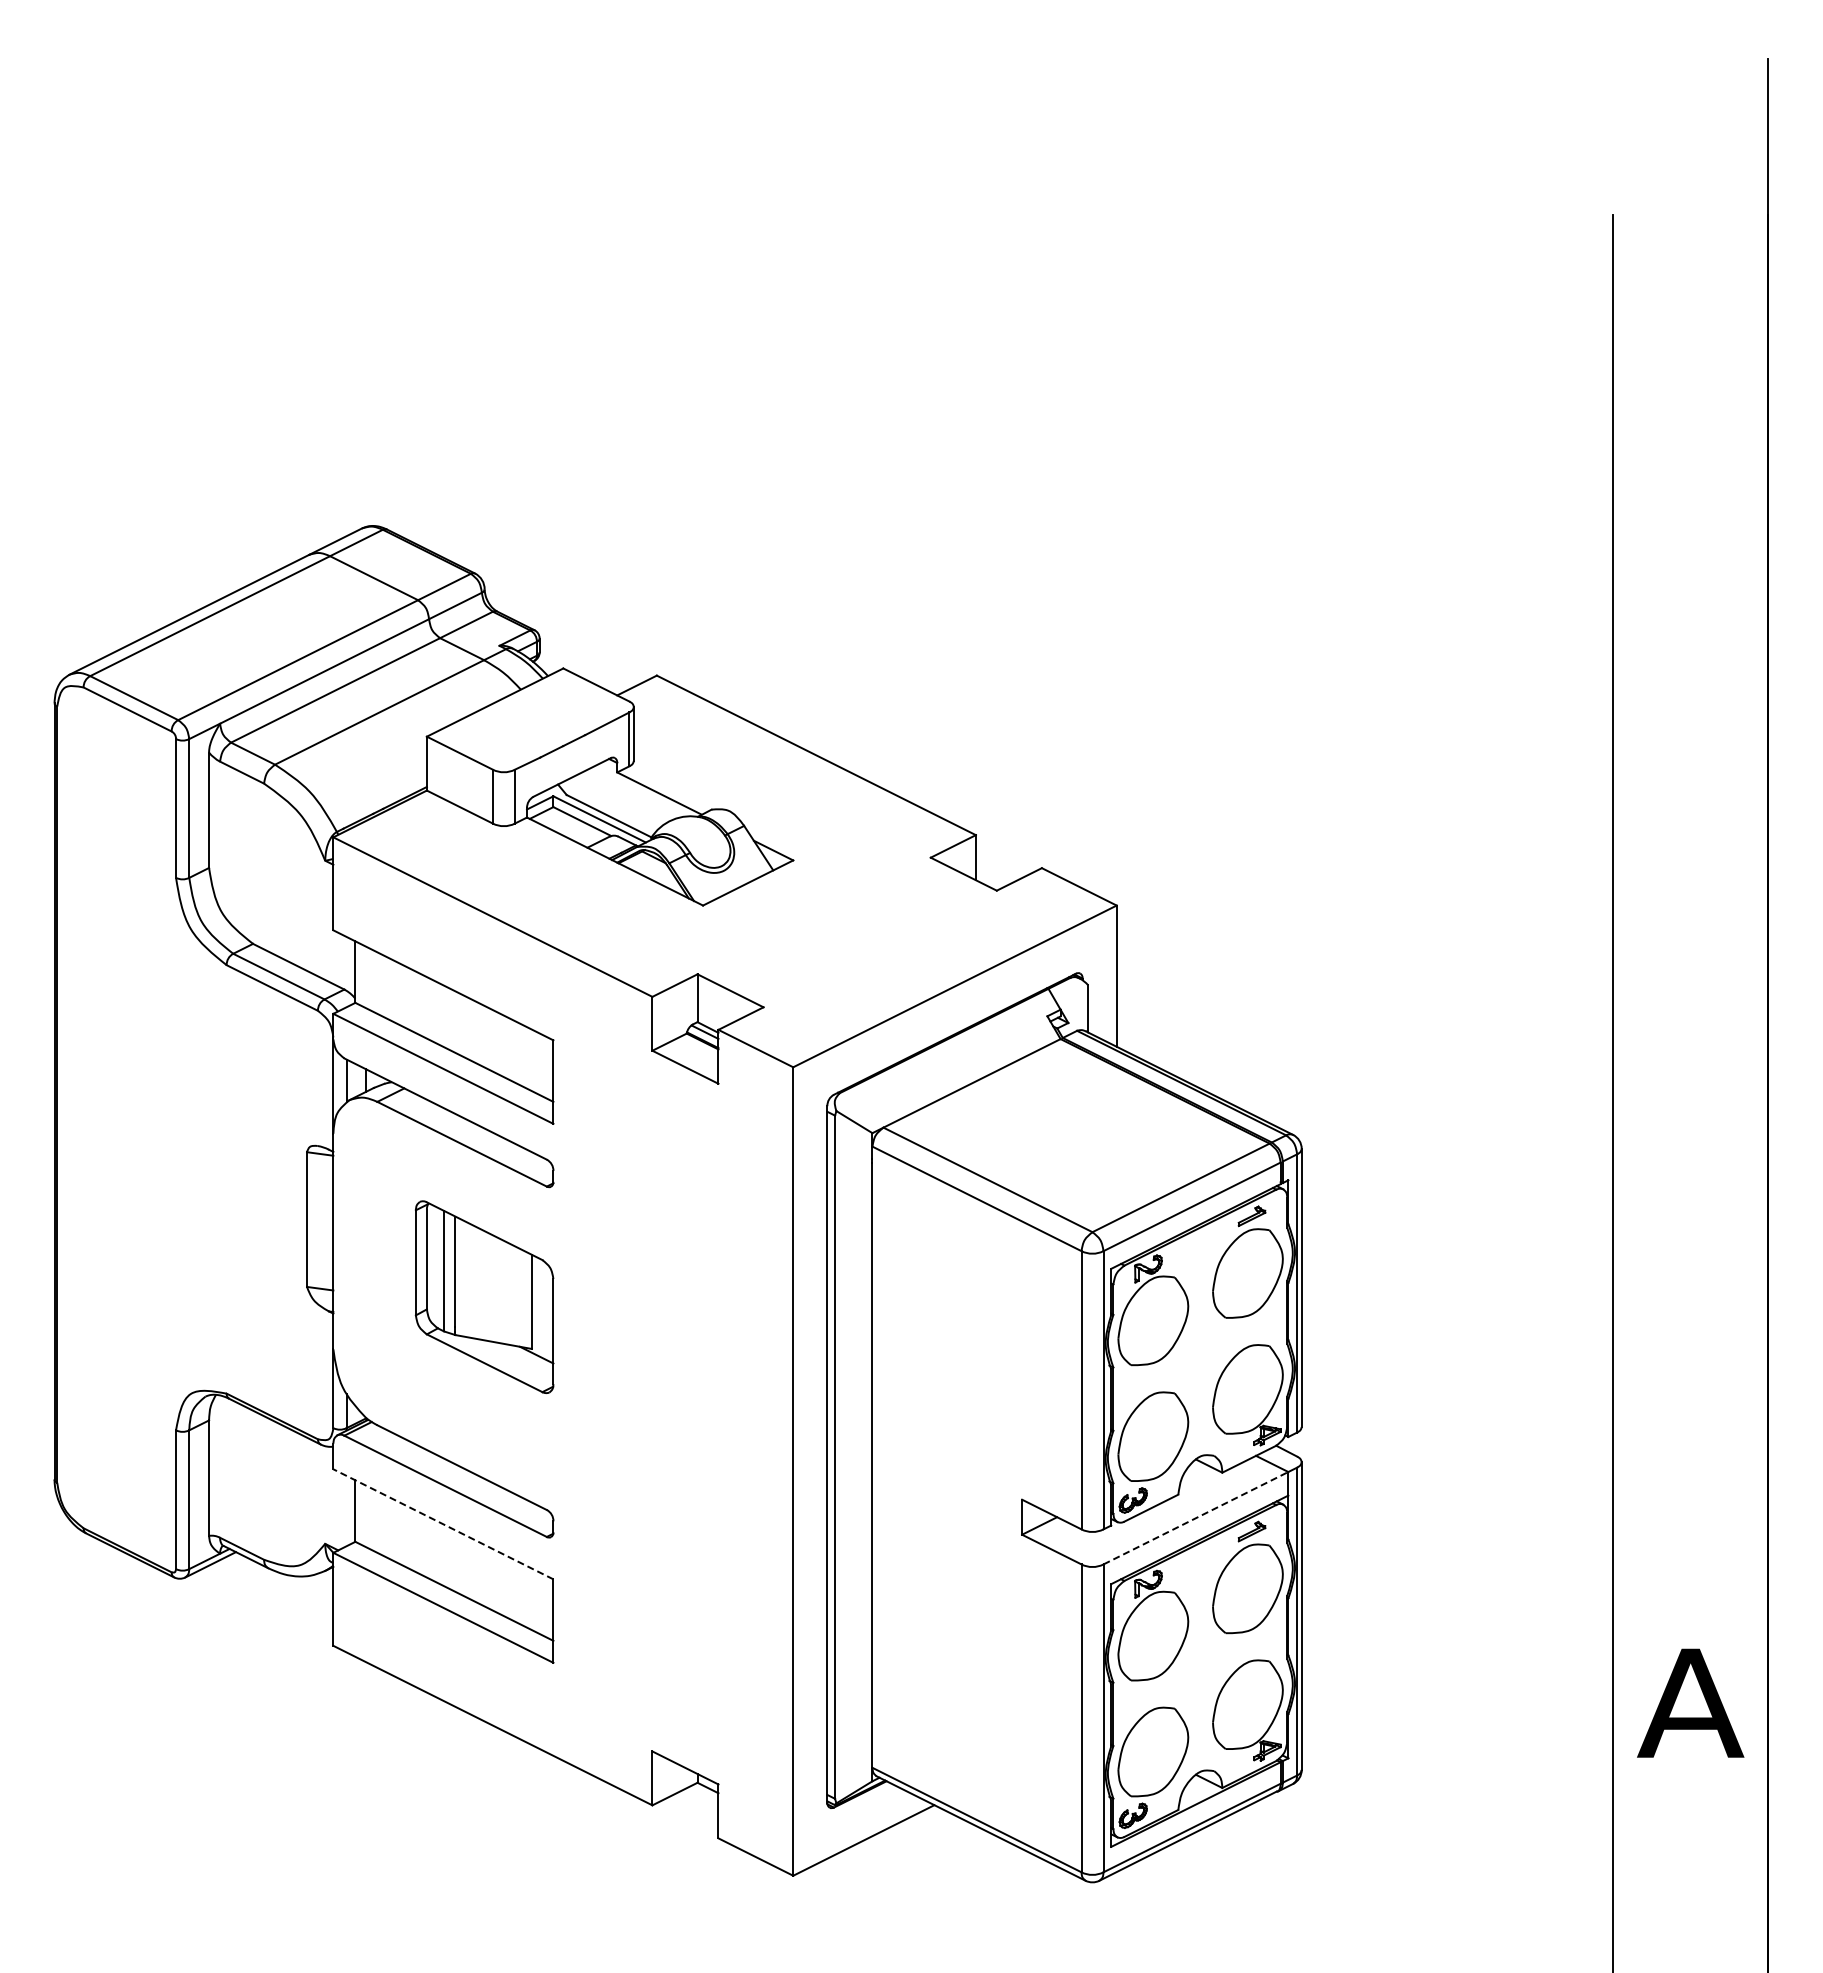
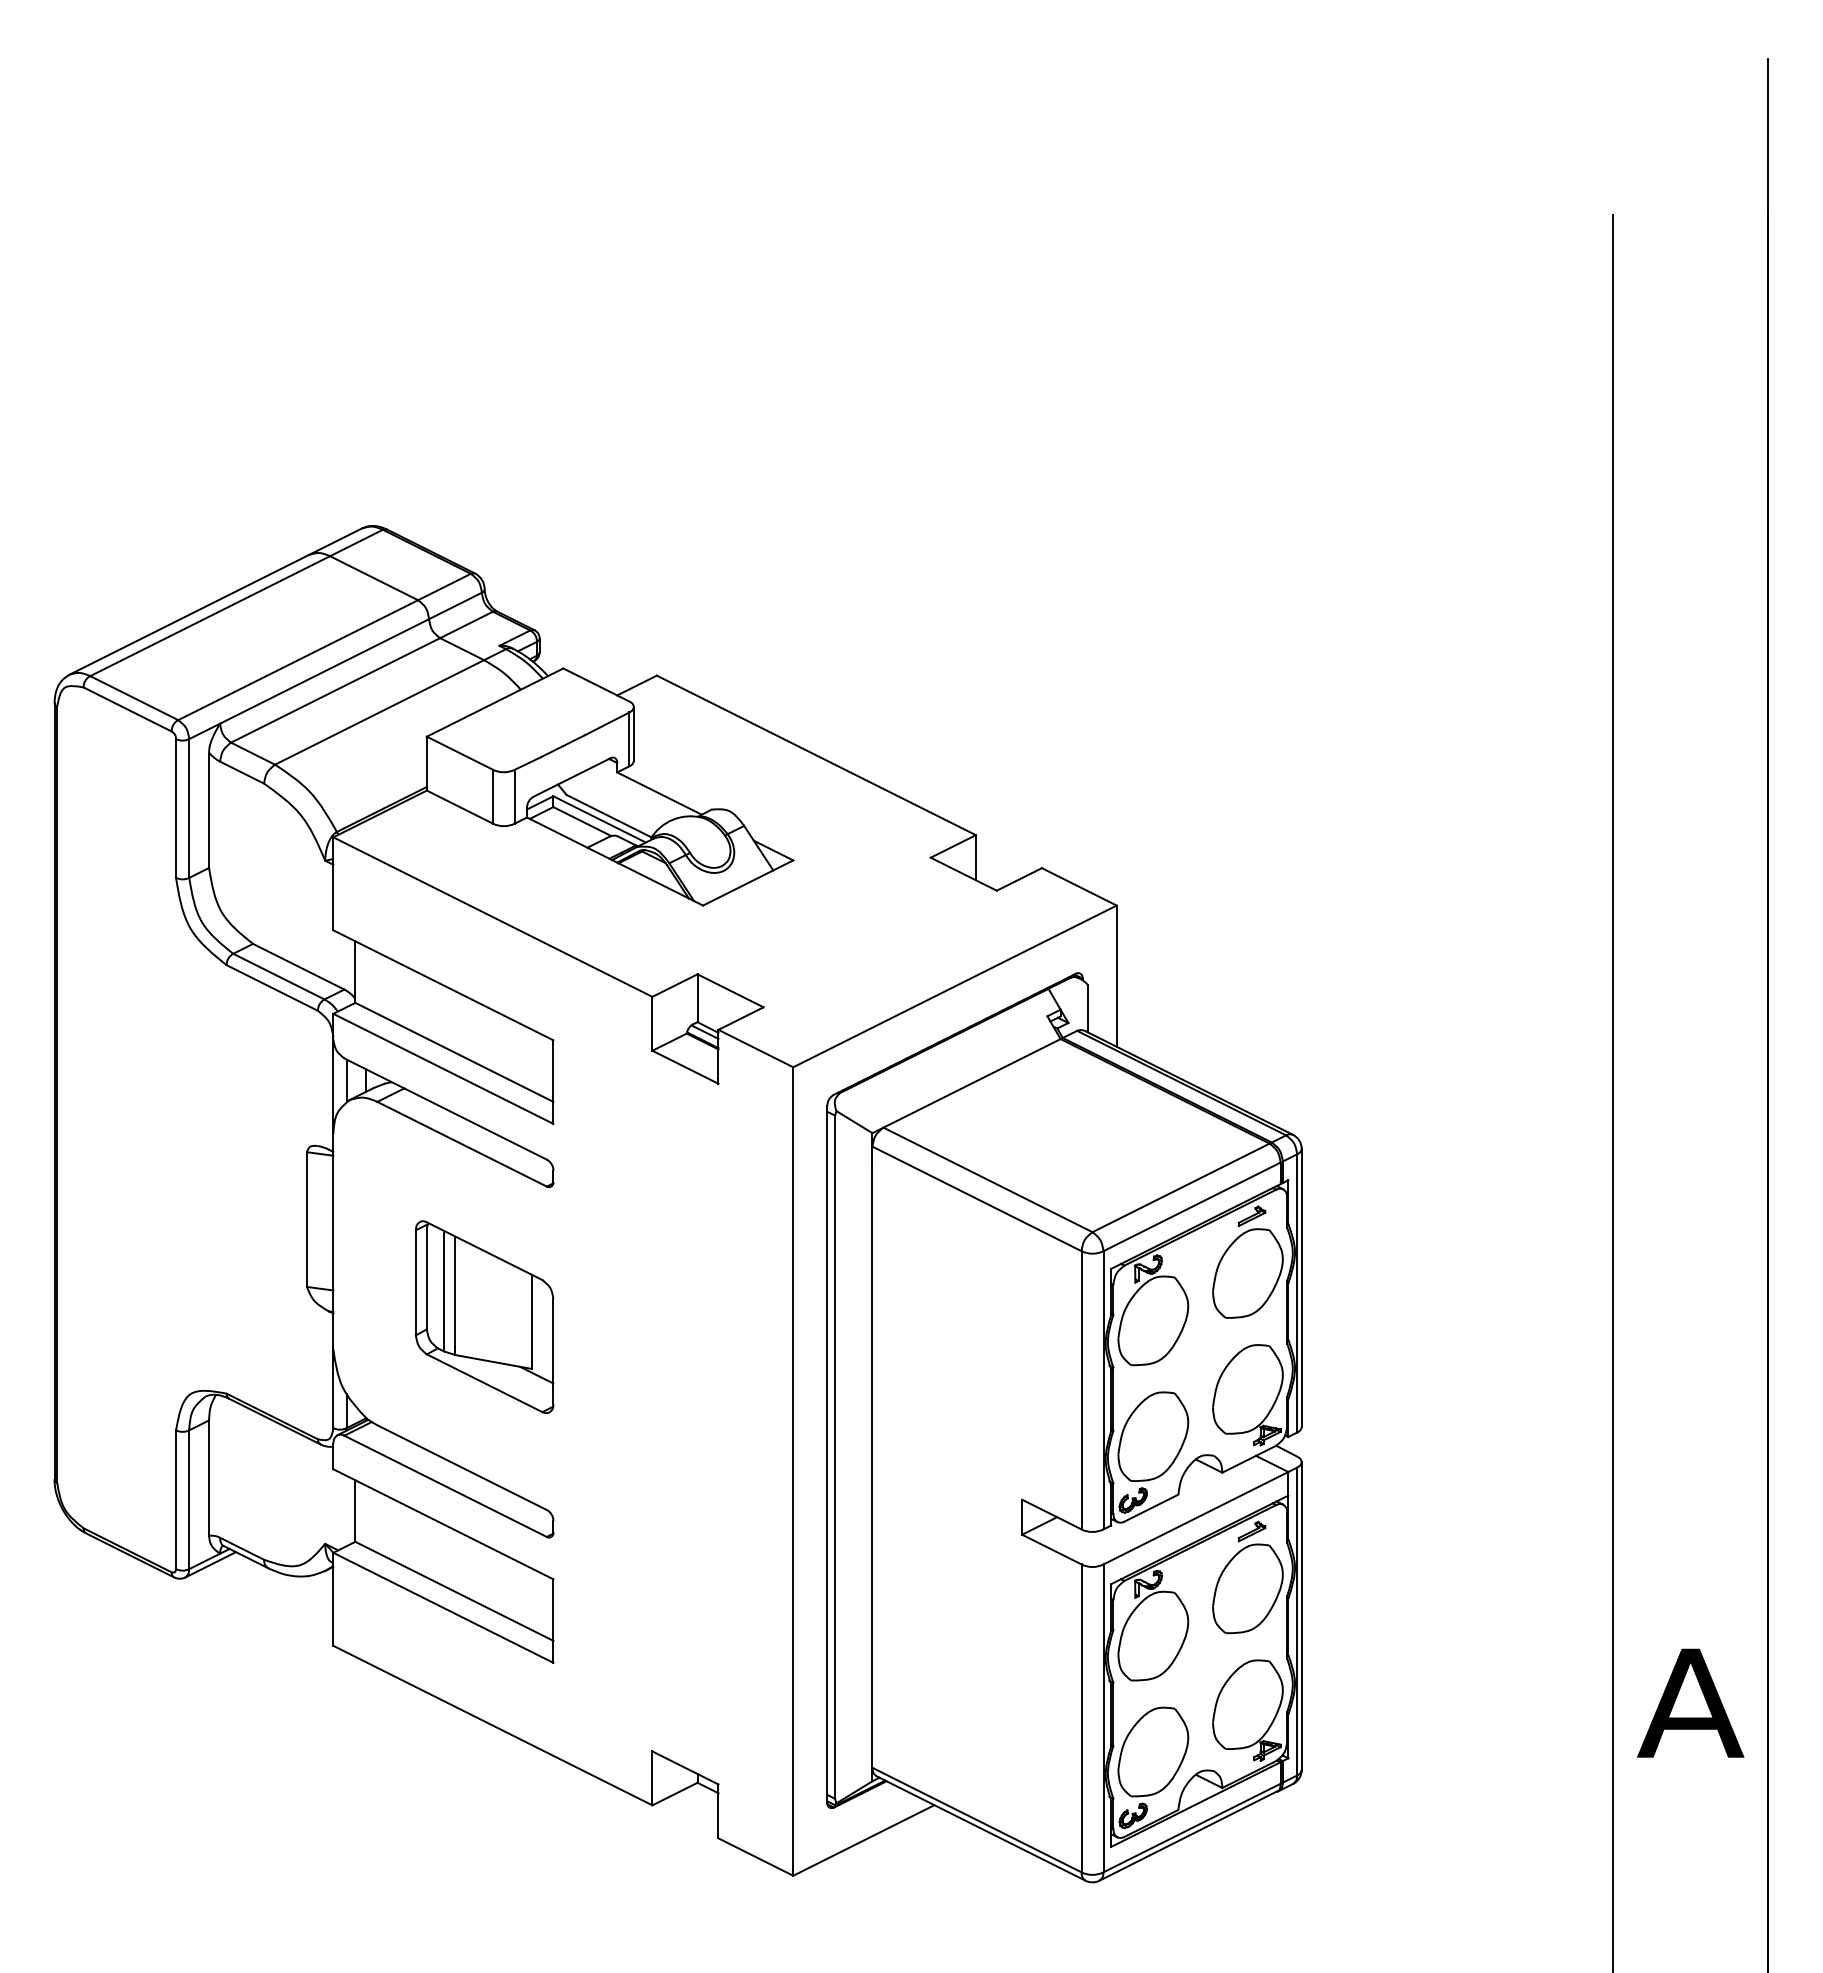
part at (484, 1296) position: (484, 1296) -> (484, 1316)
line at (1196, 1517): dashed -> solid
line at (442, 1524): dashed -> solid
